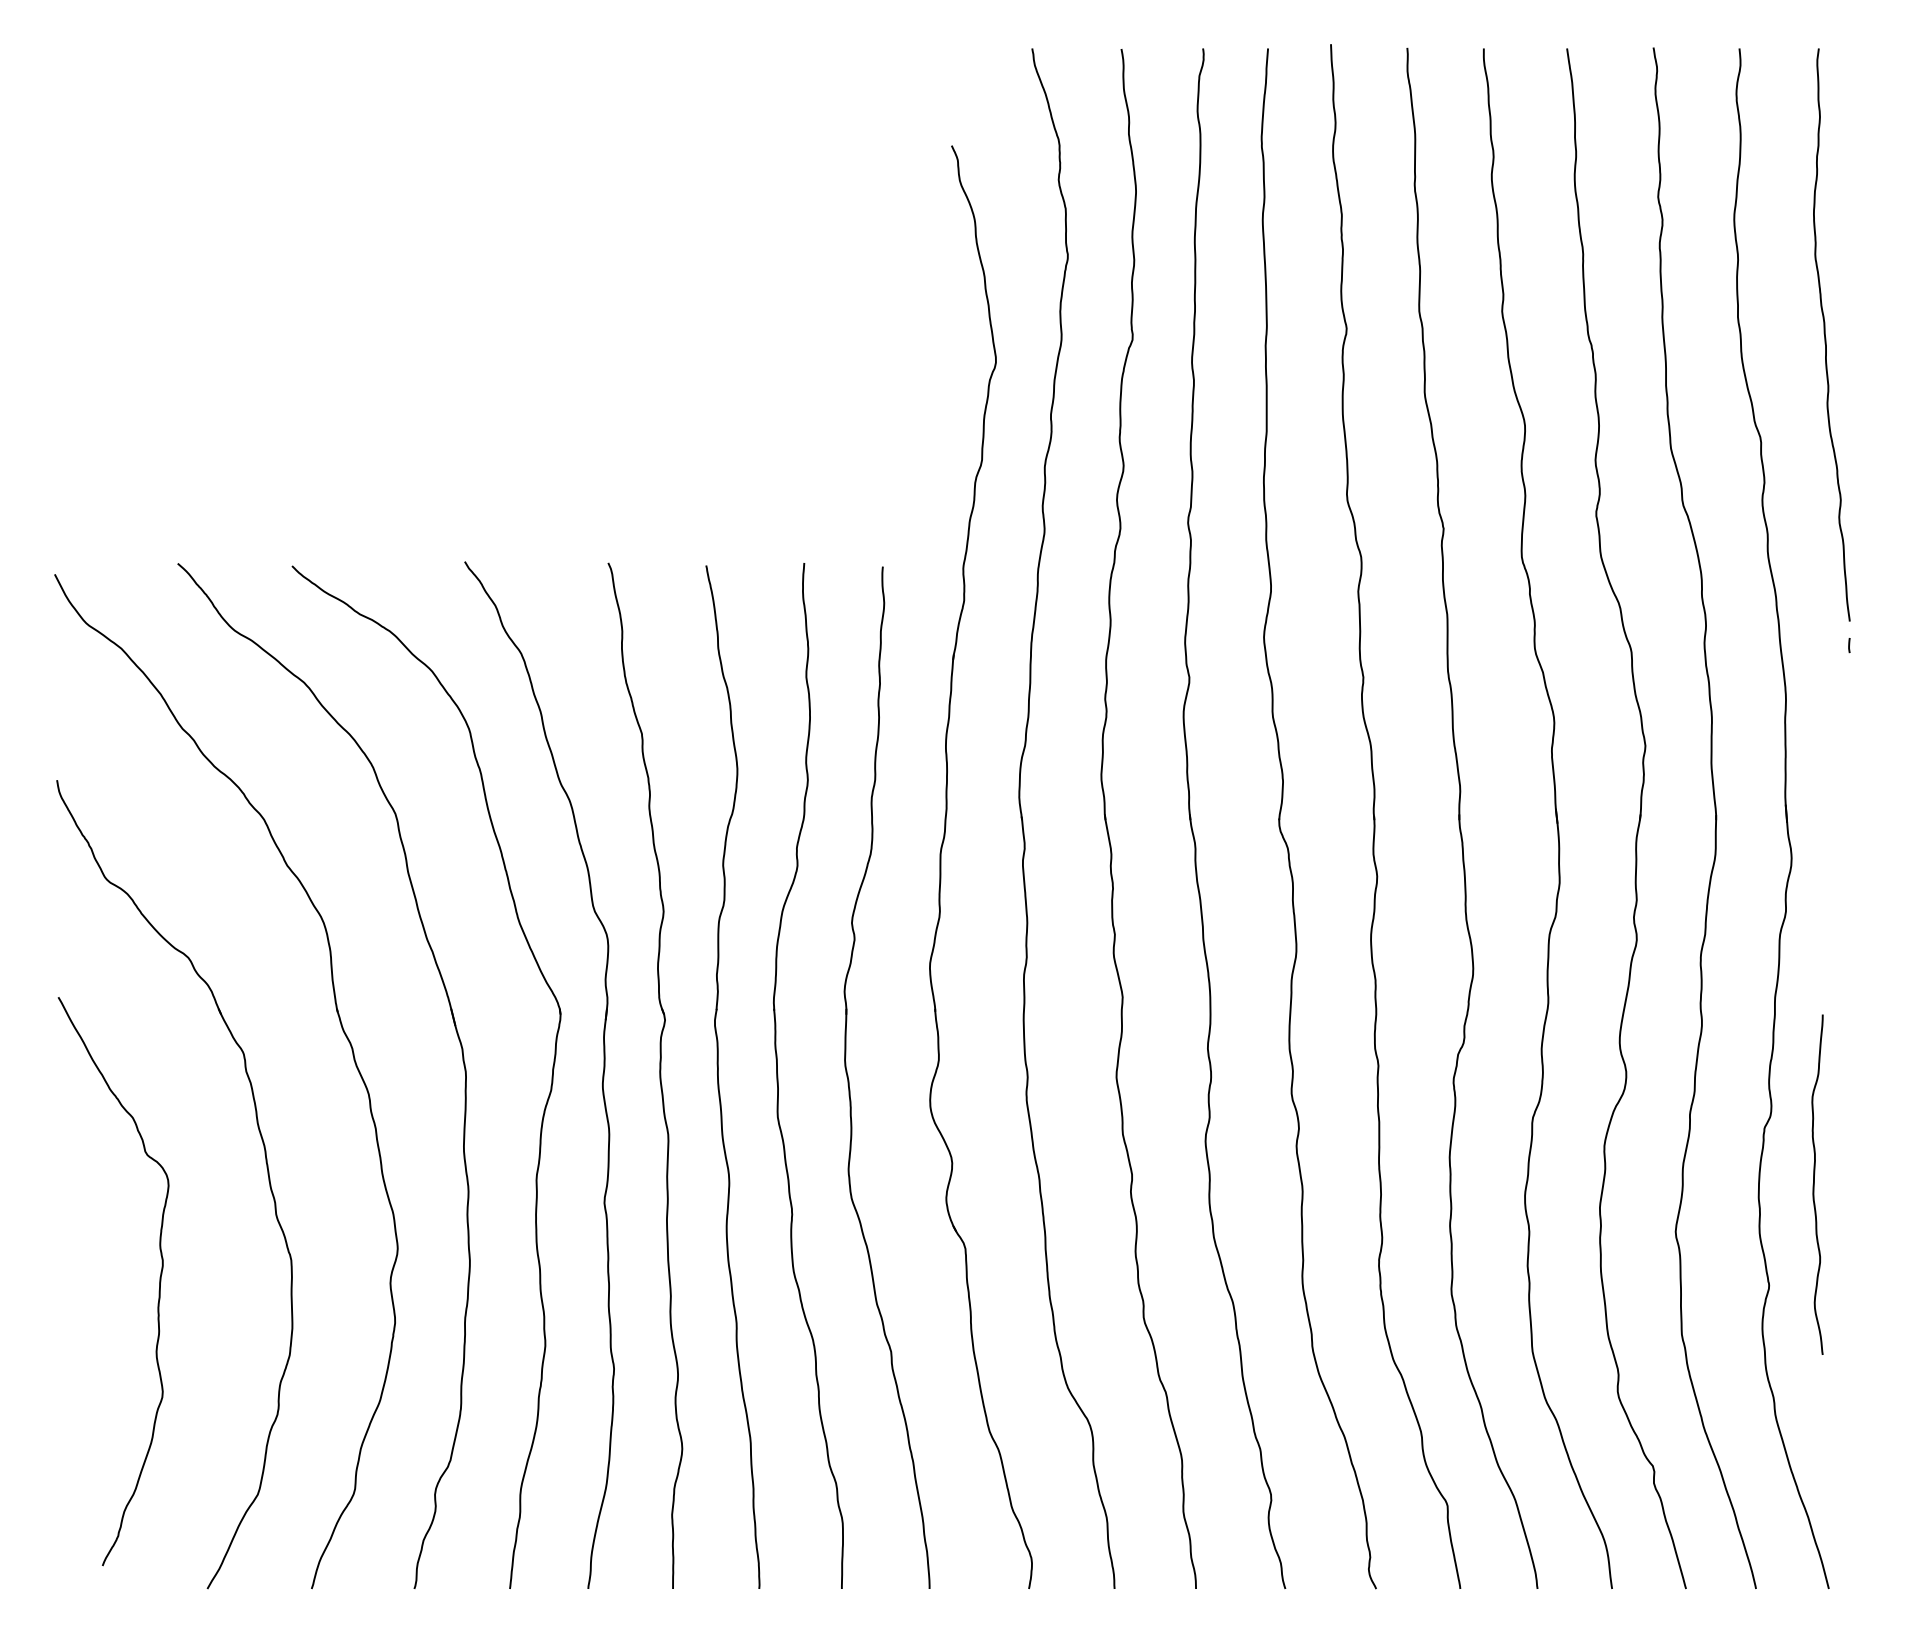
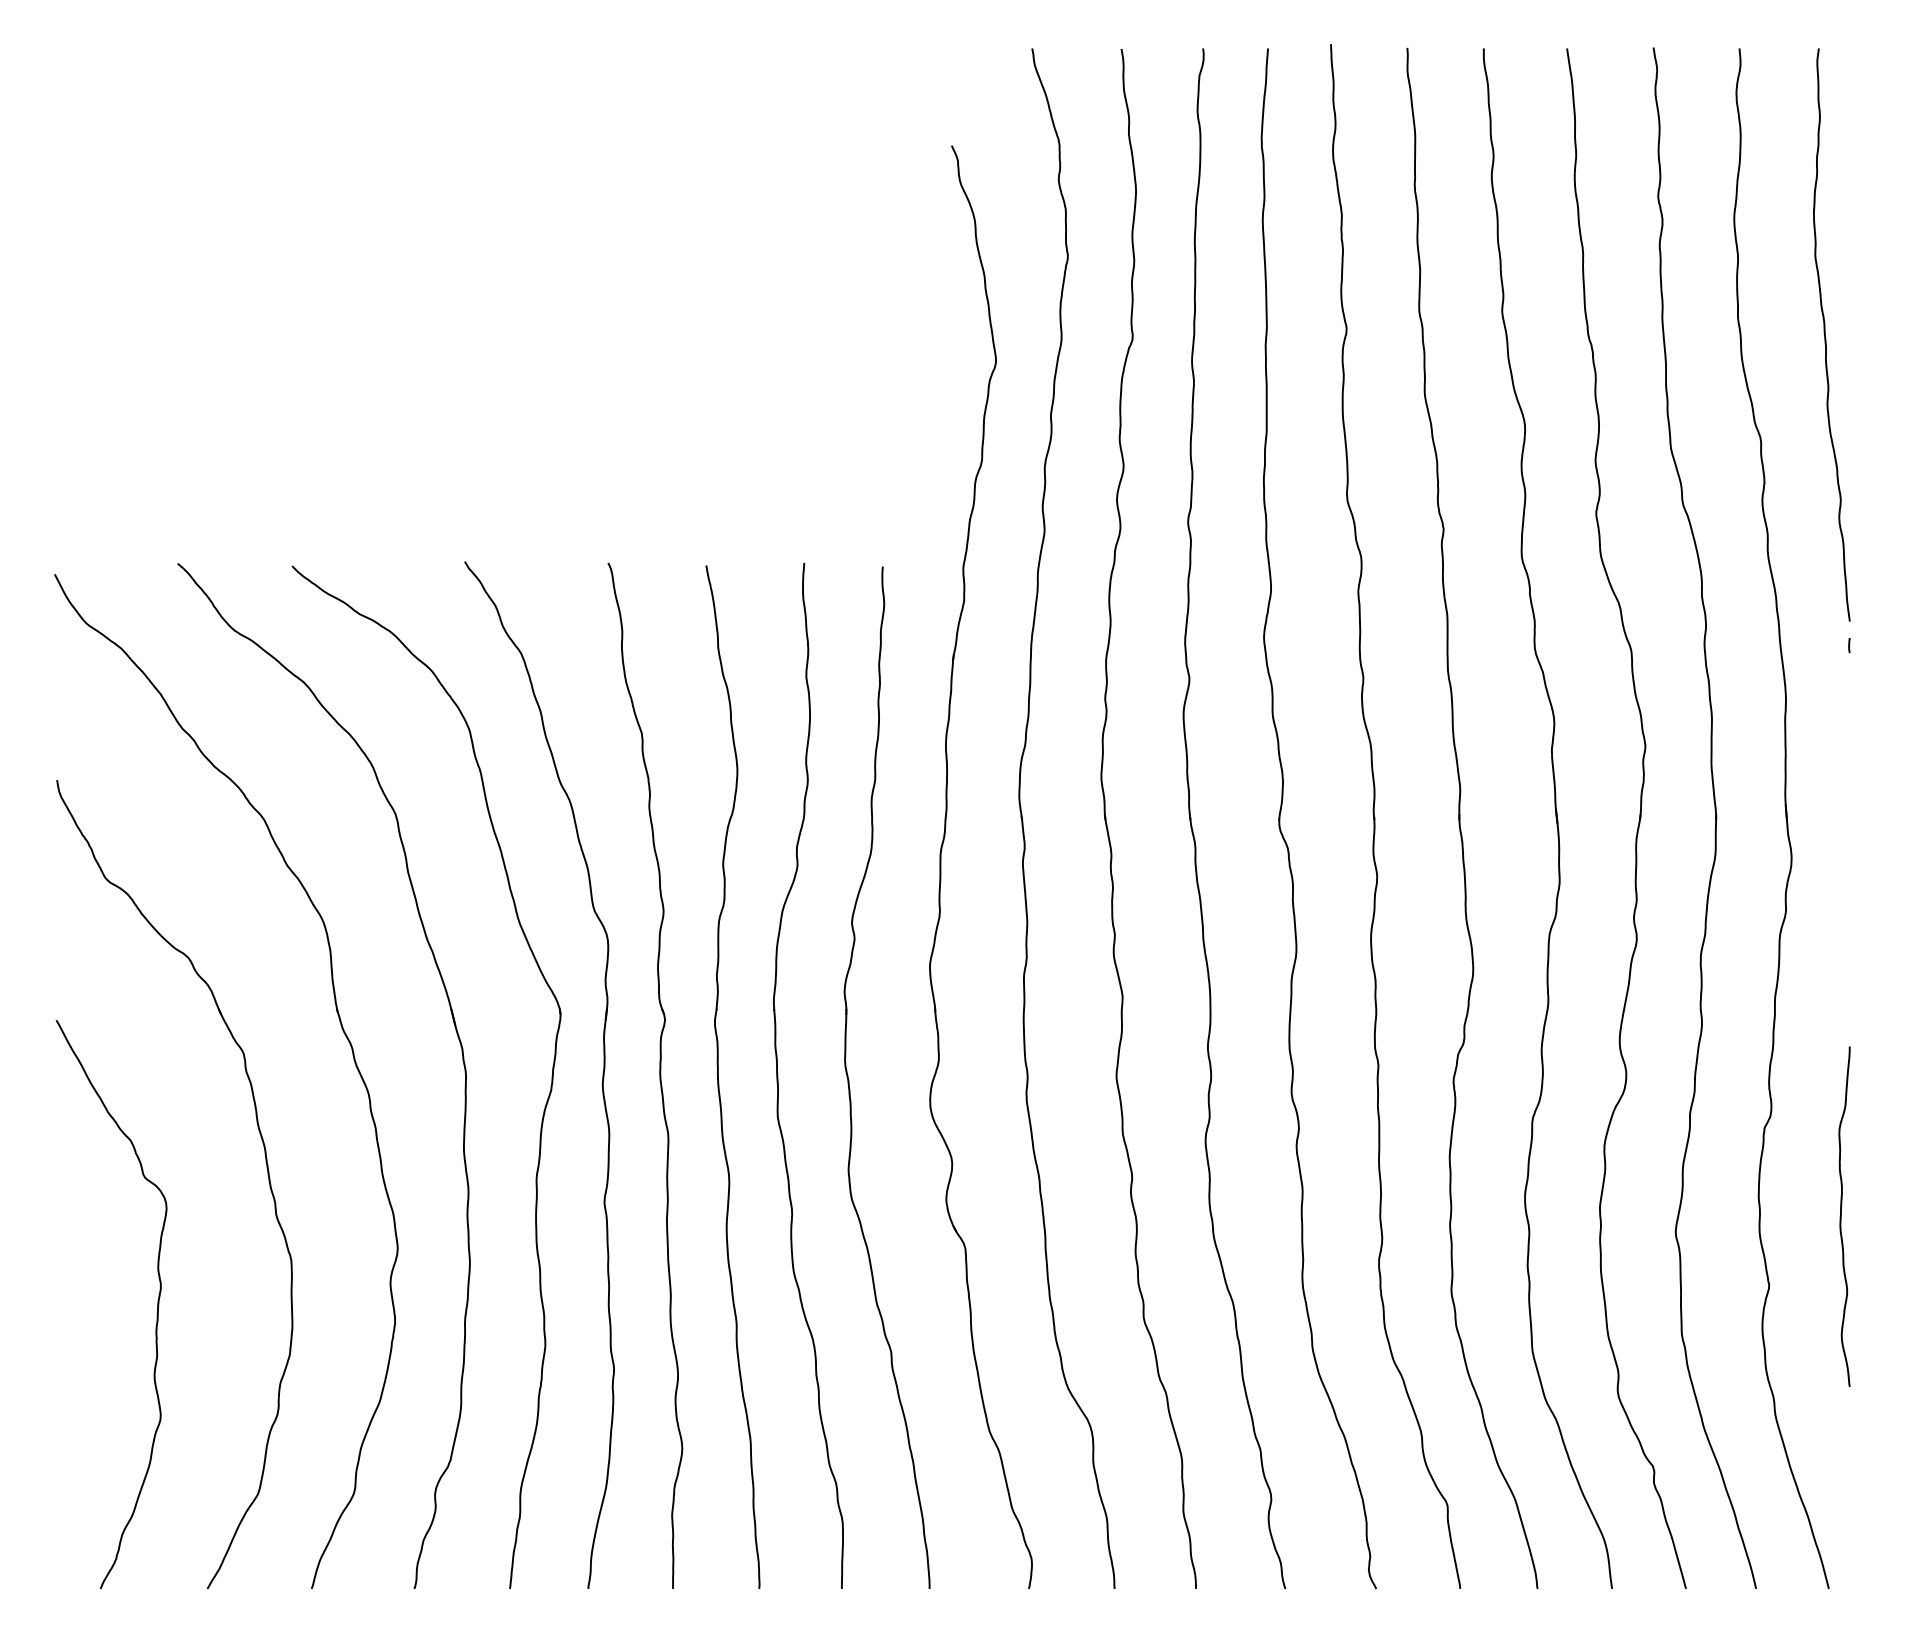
part at (1817, 1184) position: (1817, 1184) -> (1844, 1216)
curve at (158, 1290) position: (158, 1290) -> (156, 1313)
